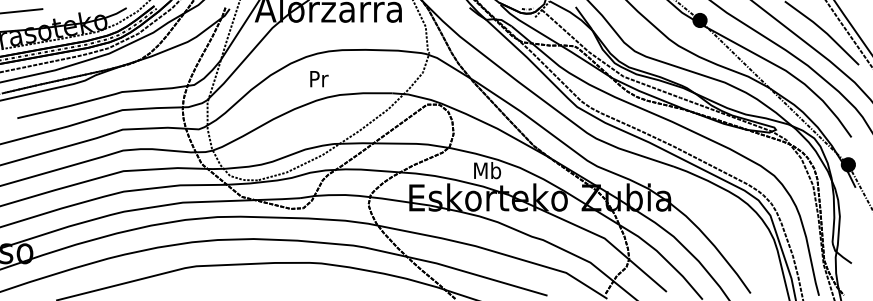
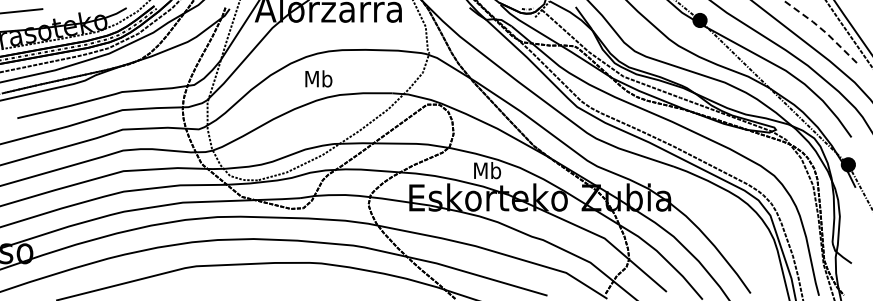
line at (824, 31): solid -> dashed
text at (318, 78): Pr -> Mb
